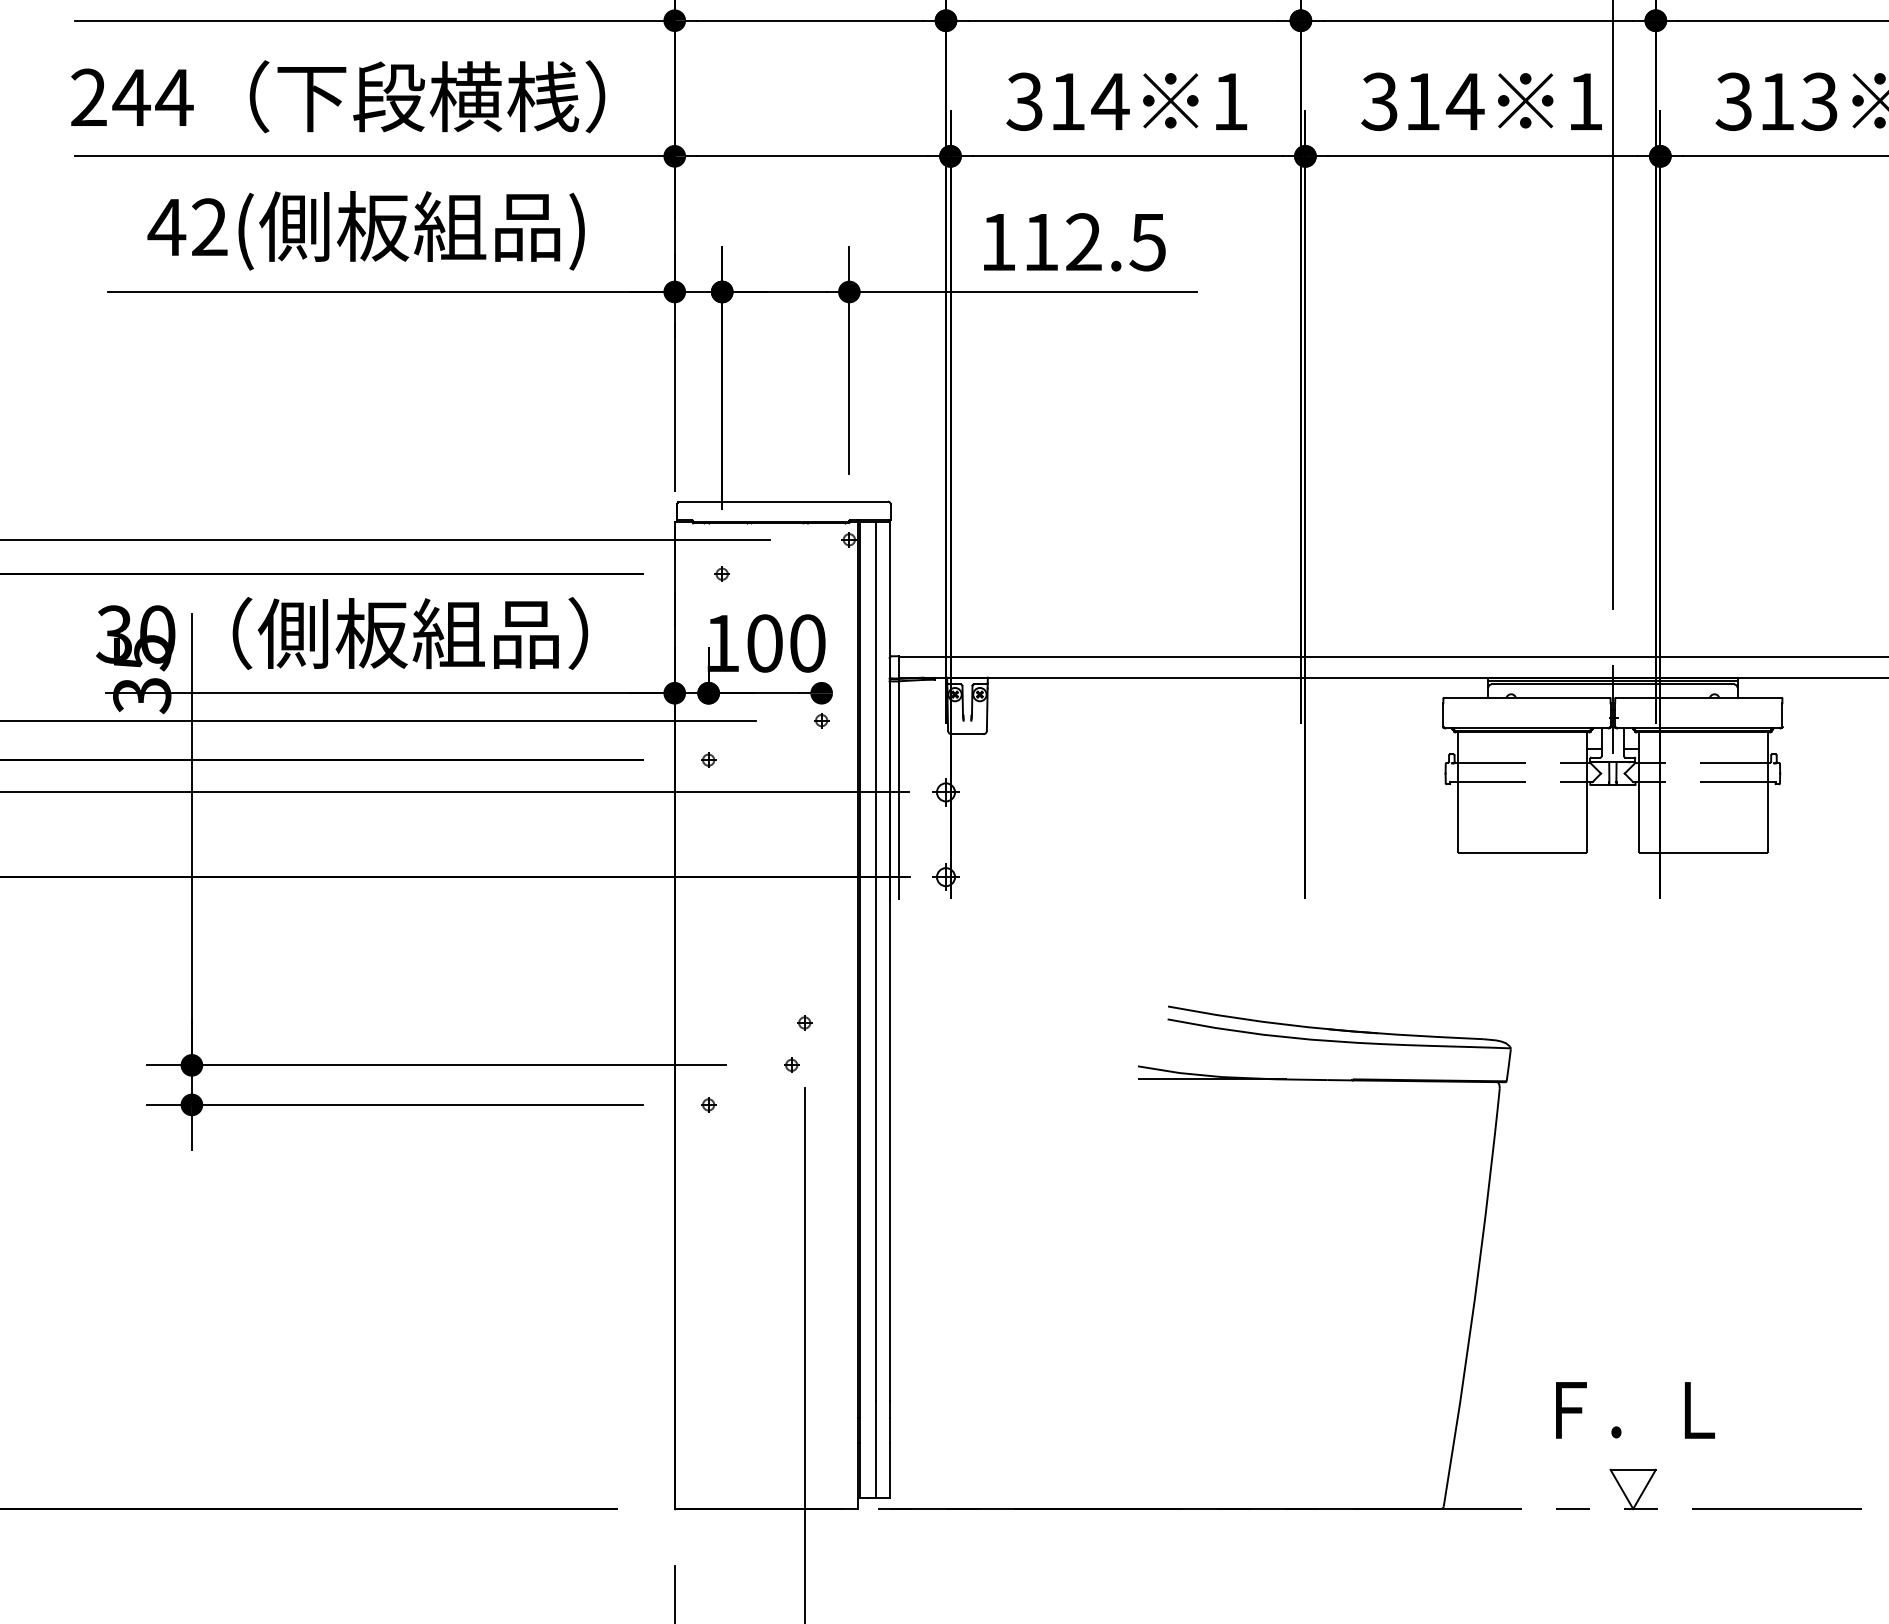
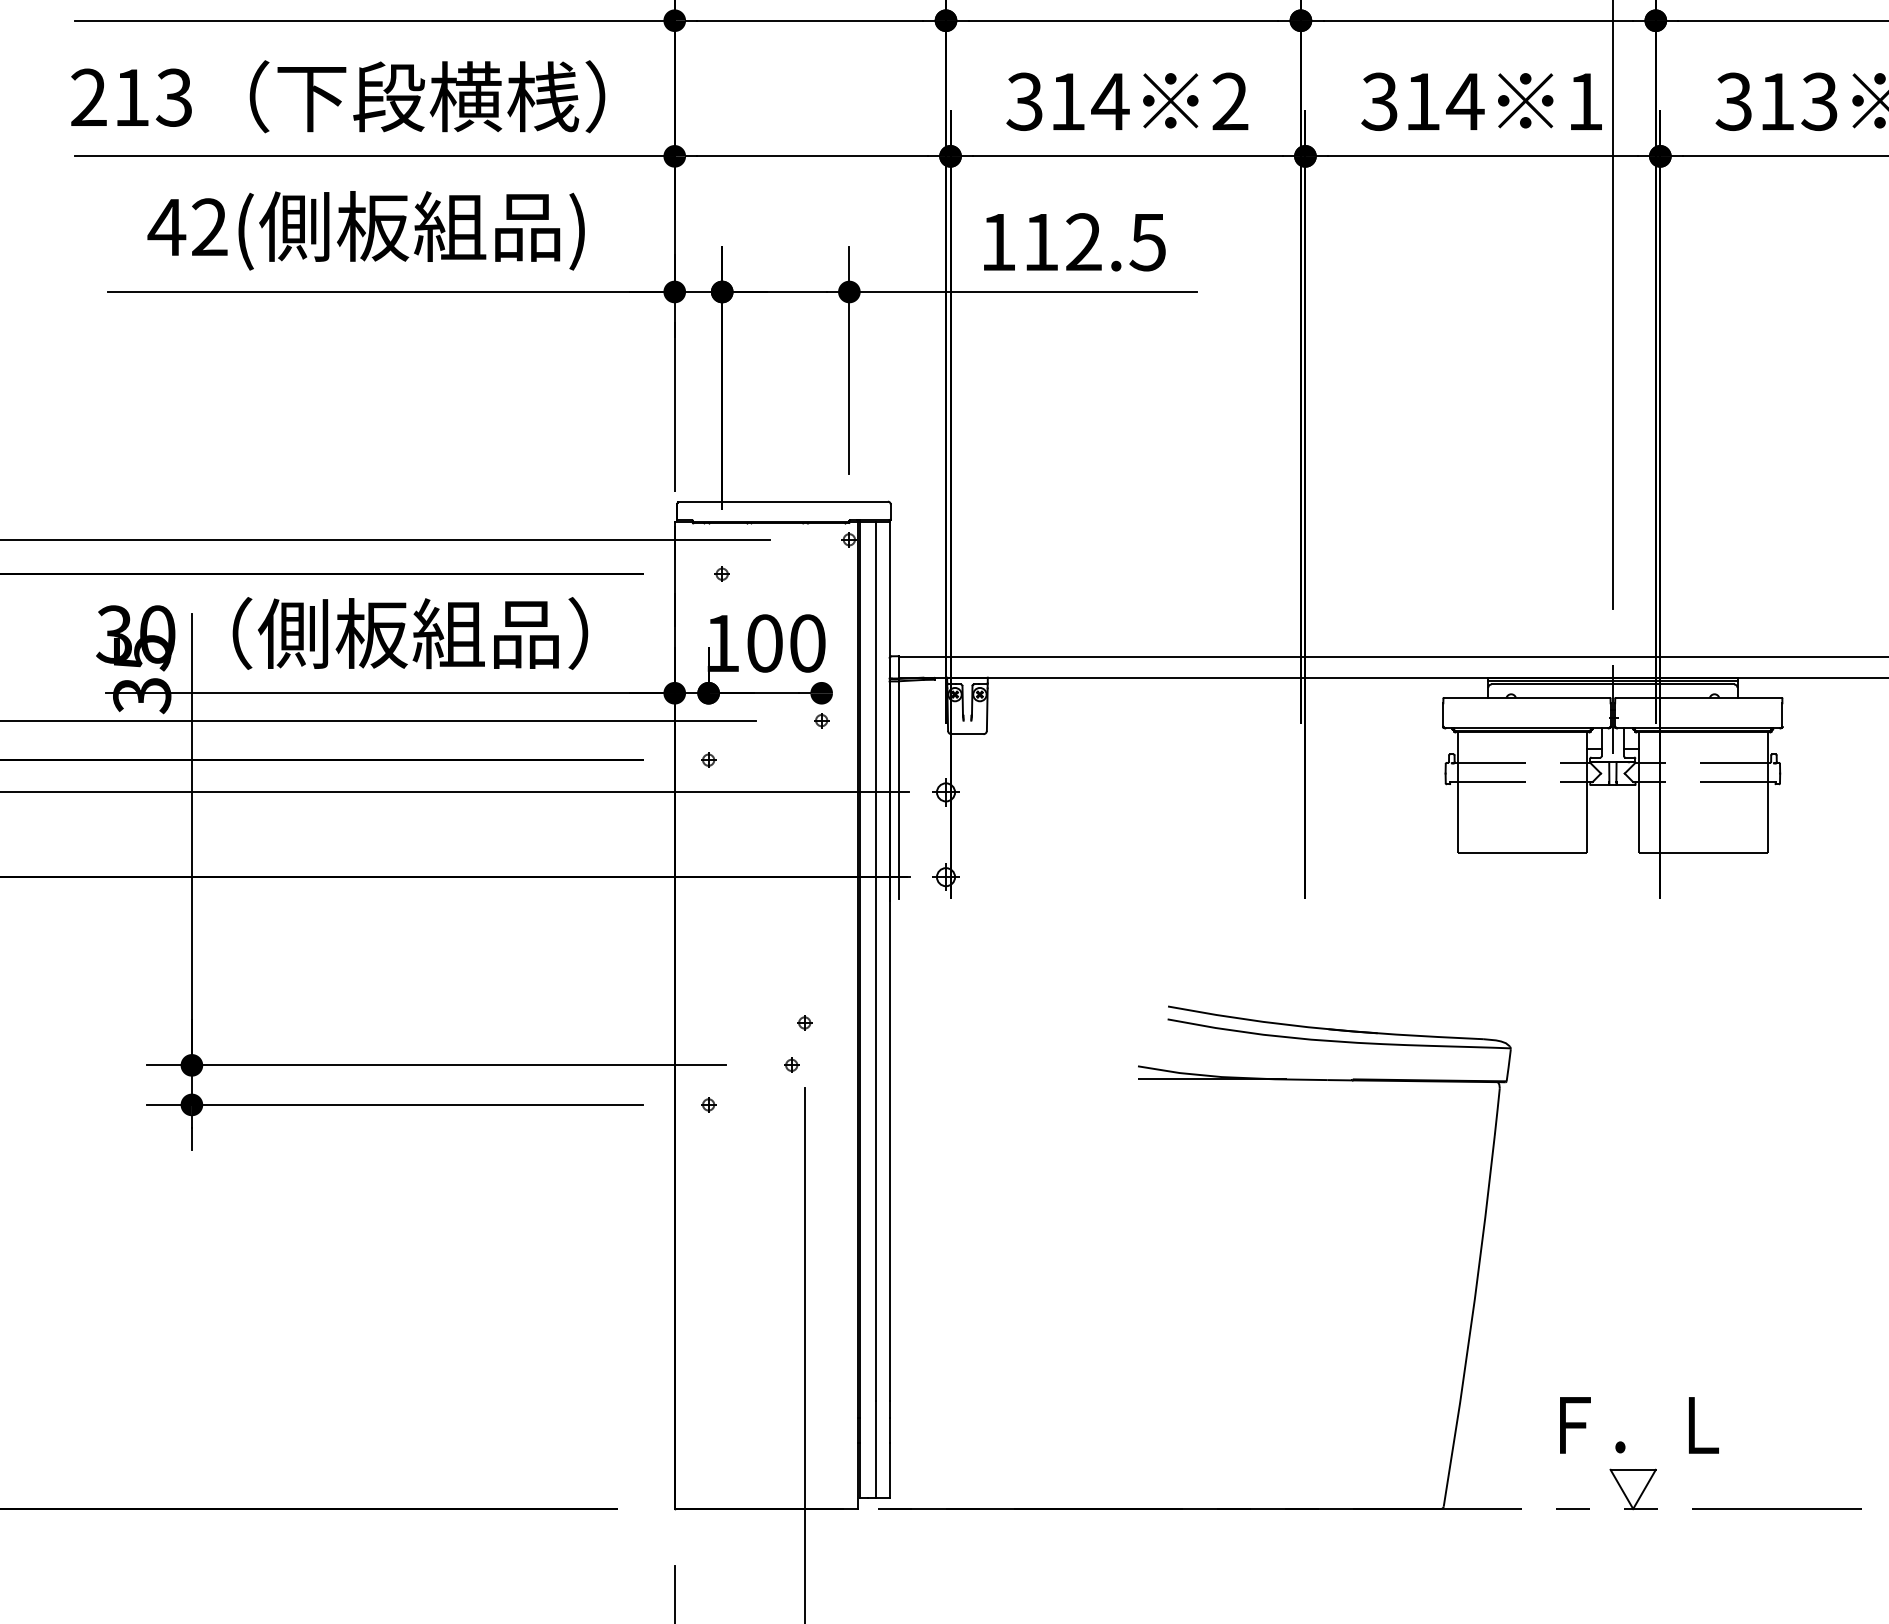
text at (152, 97): 244 -> 213
text at (1230, 101): 1 -> 2
text at (1635, 1410) position: (1635, 1410) -> (1639, 1425)
